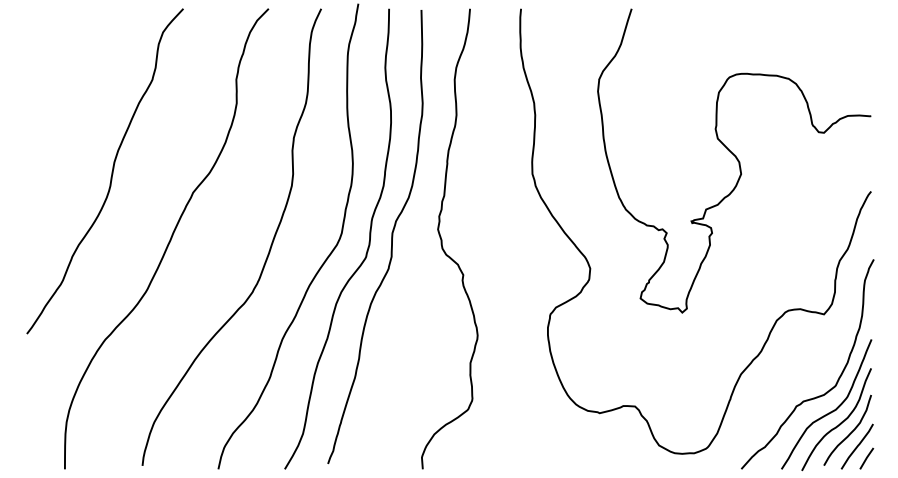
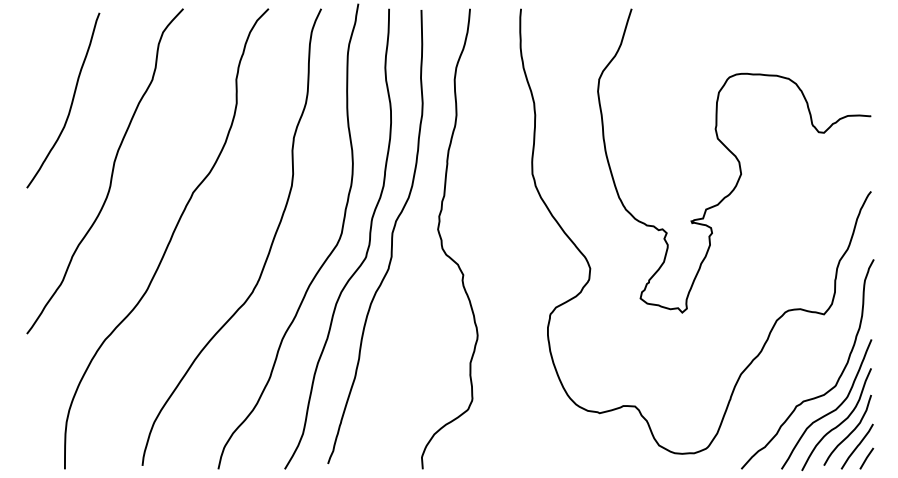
curve at (71, 100): none -> present
